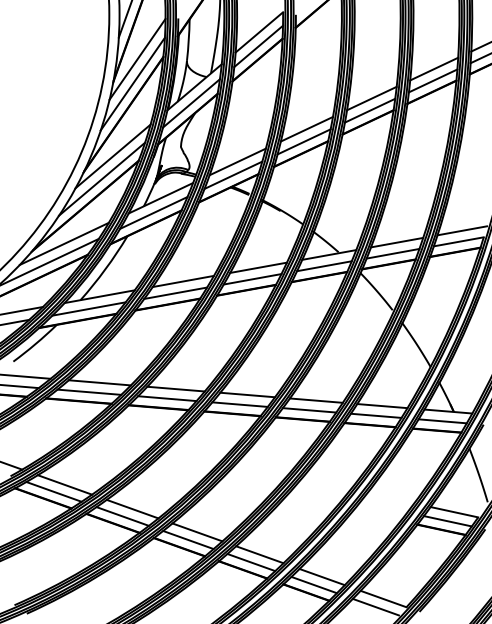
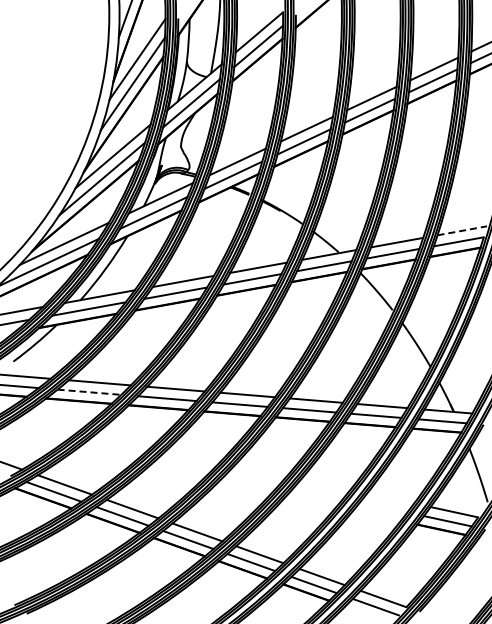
line at (462, 230): solid -> dashed
line at (89, 392): solid -> dashed
